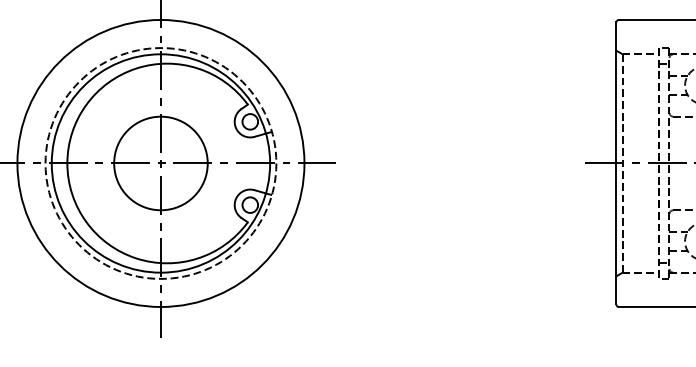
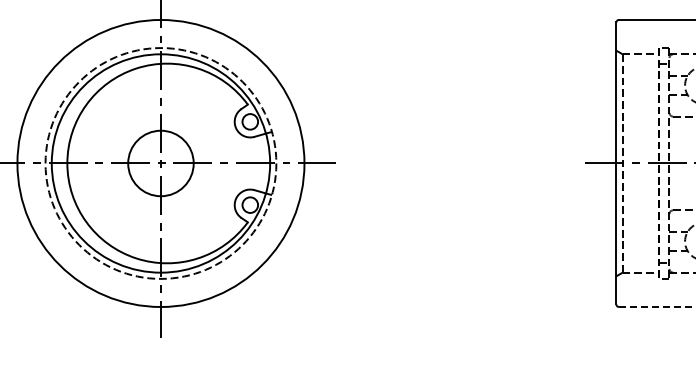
circle at (160, 163) diameter: 94 px -> 66 px
line at (657, 306): solid -> dashed
